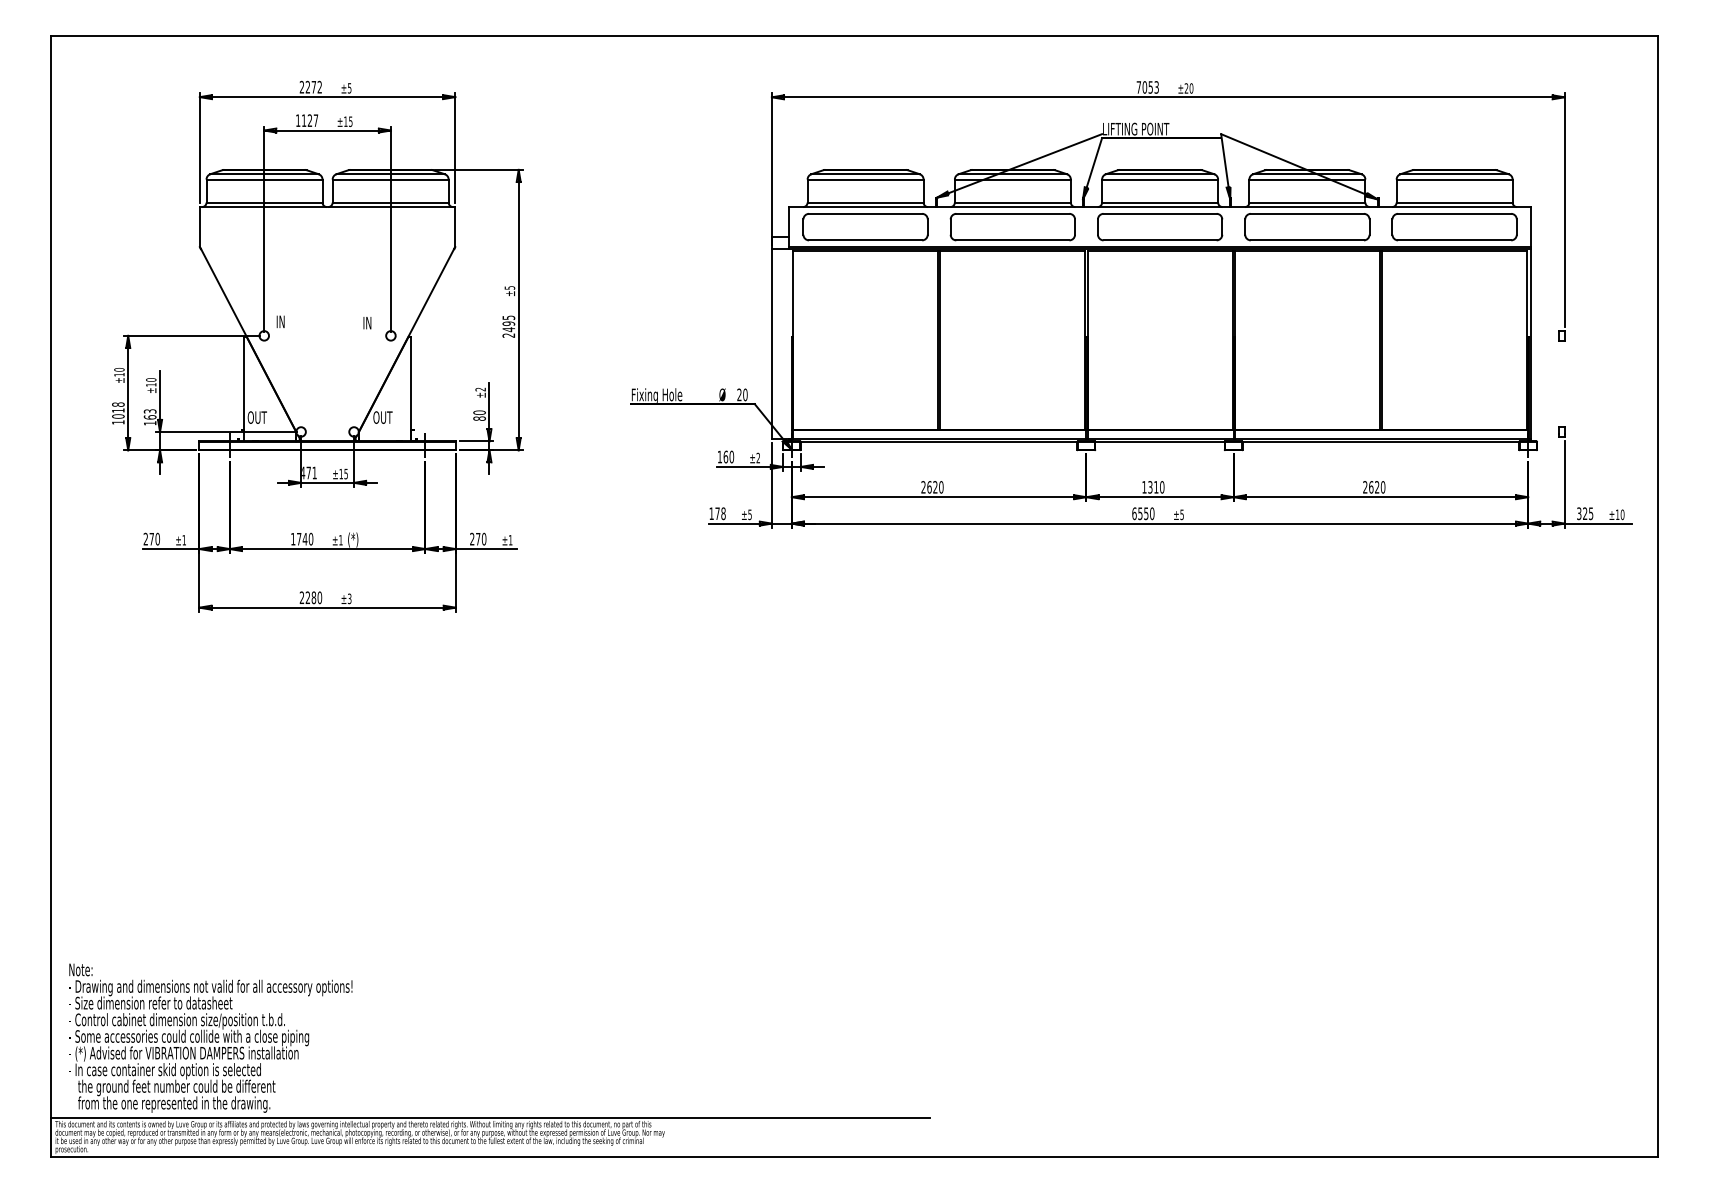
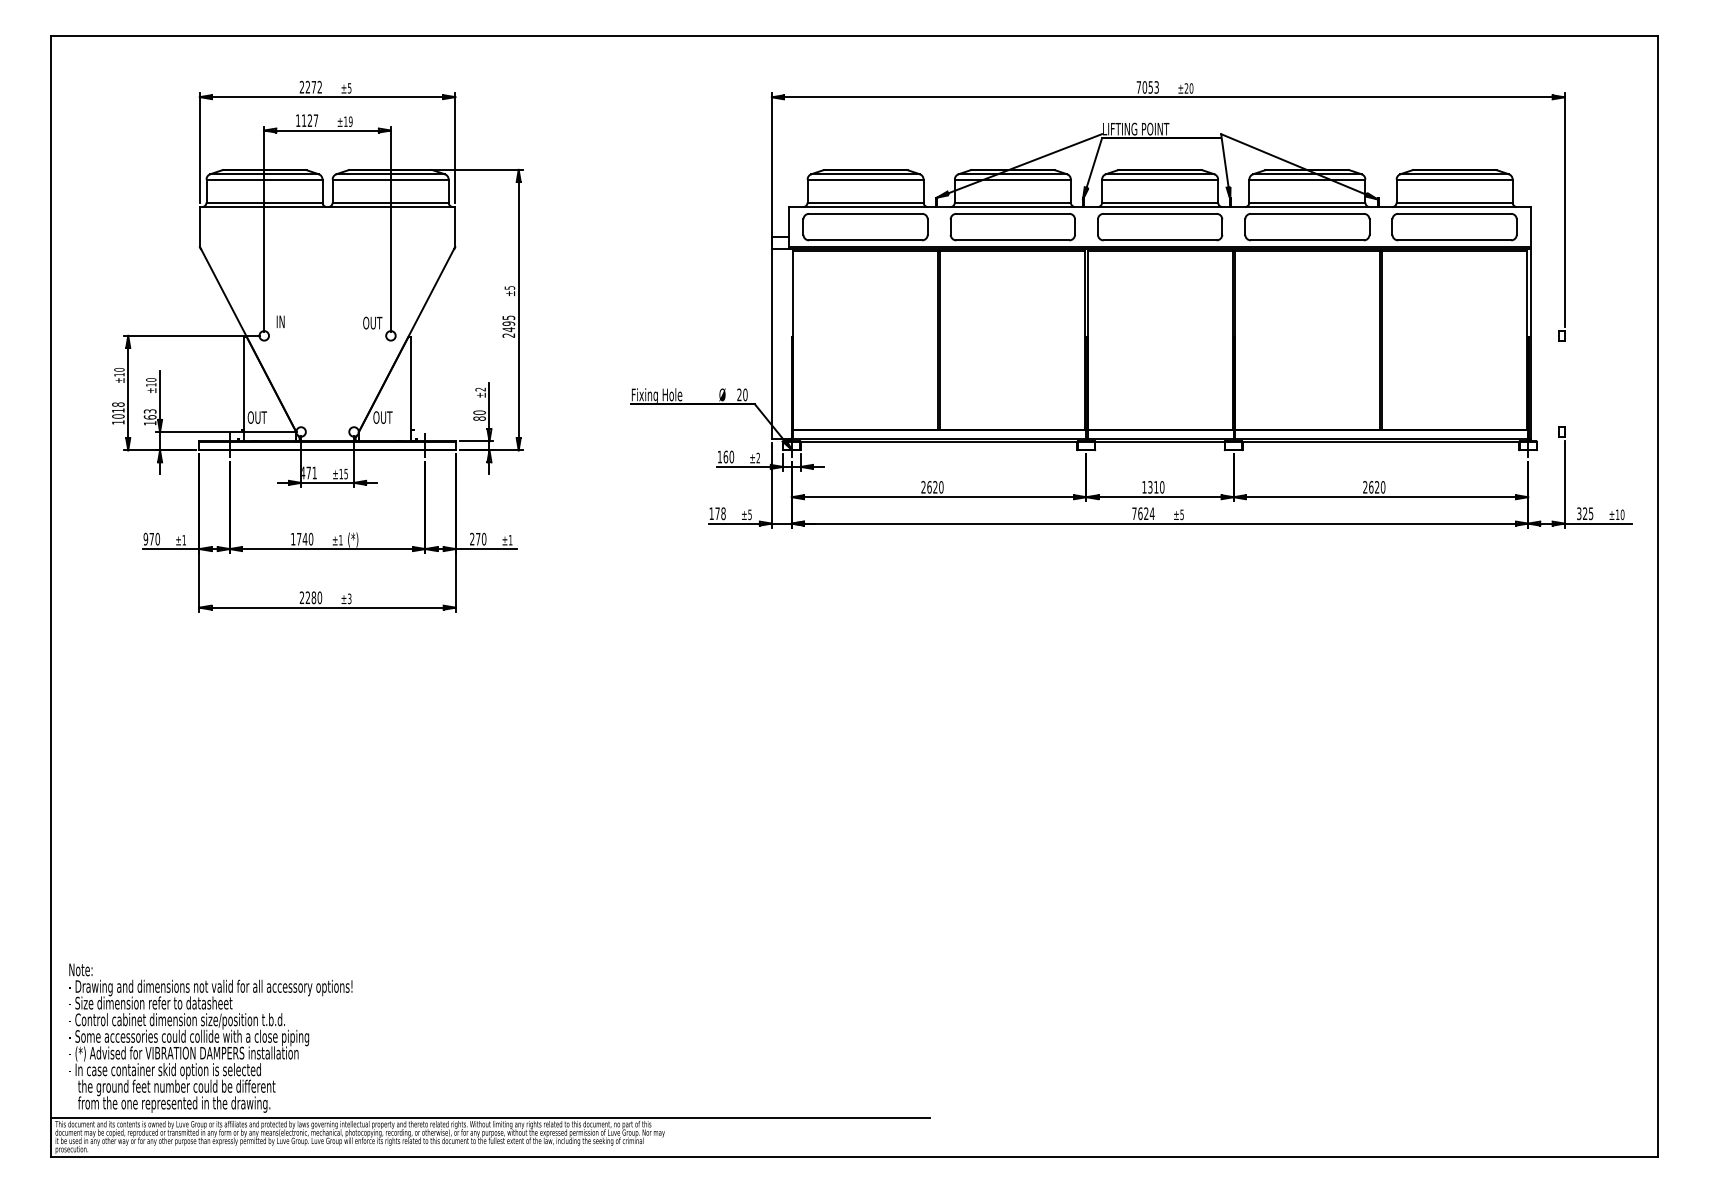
text at (350, 121): ±15 -> ±19
text at (372, 322): IN -> OUT
text at (1143, 513): 6550 -> 7624
text at (145, 539): 270 -> 970
